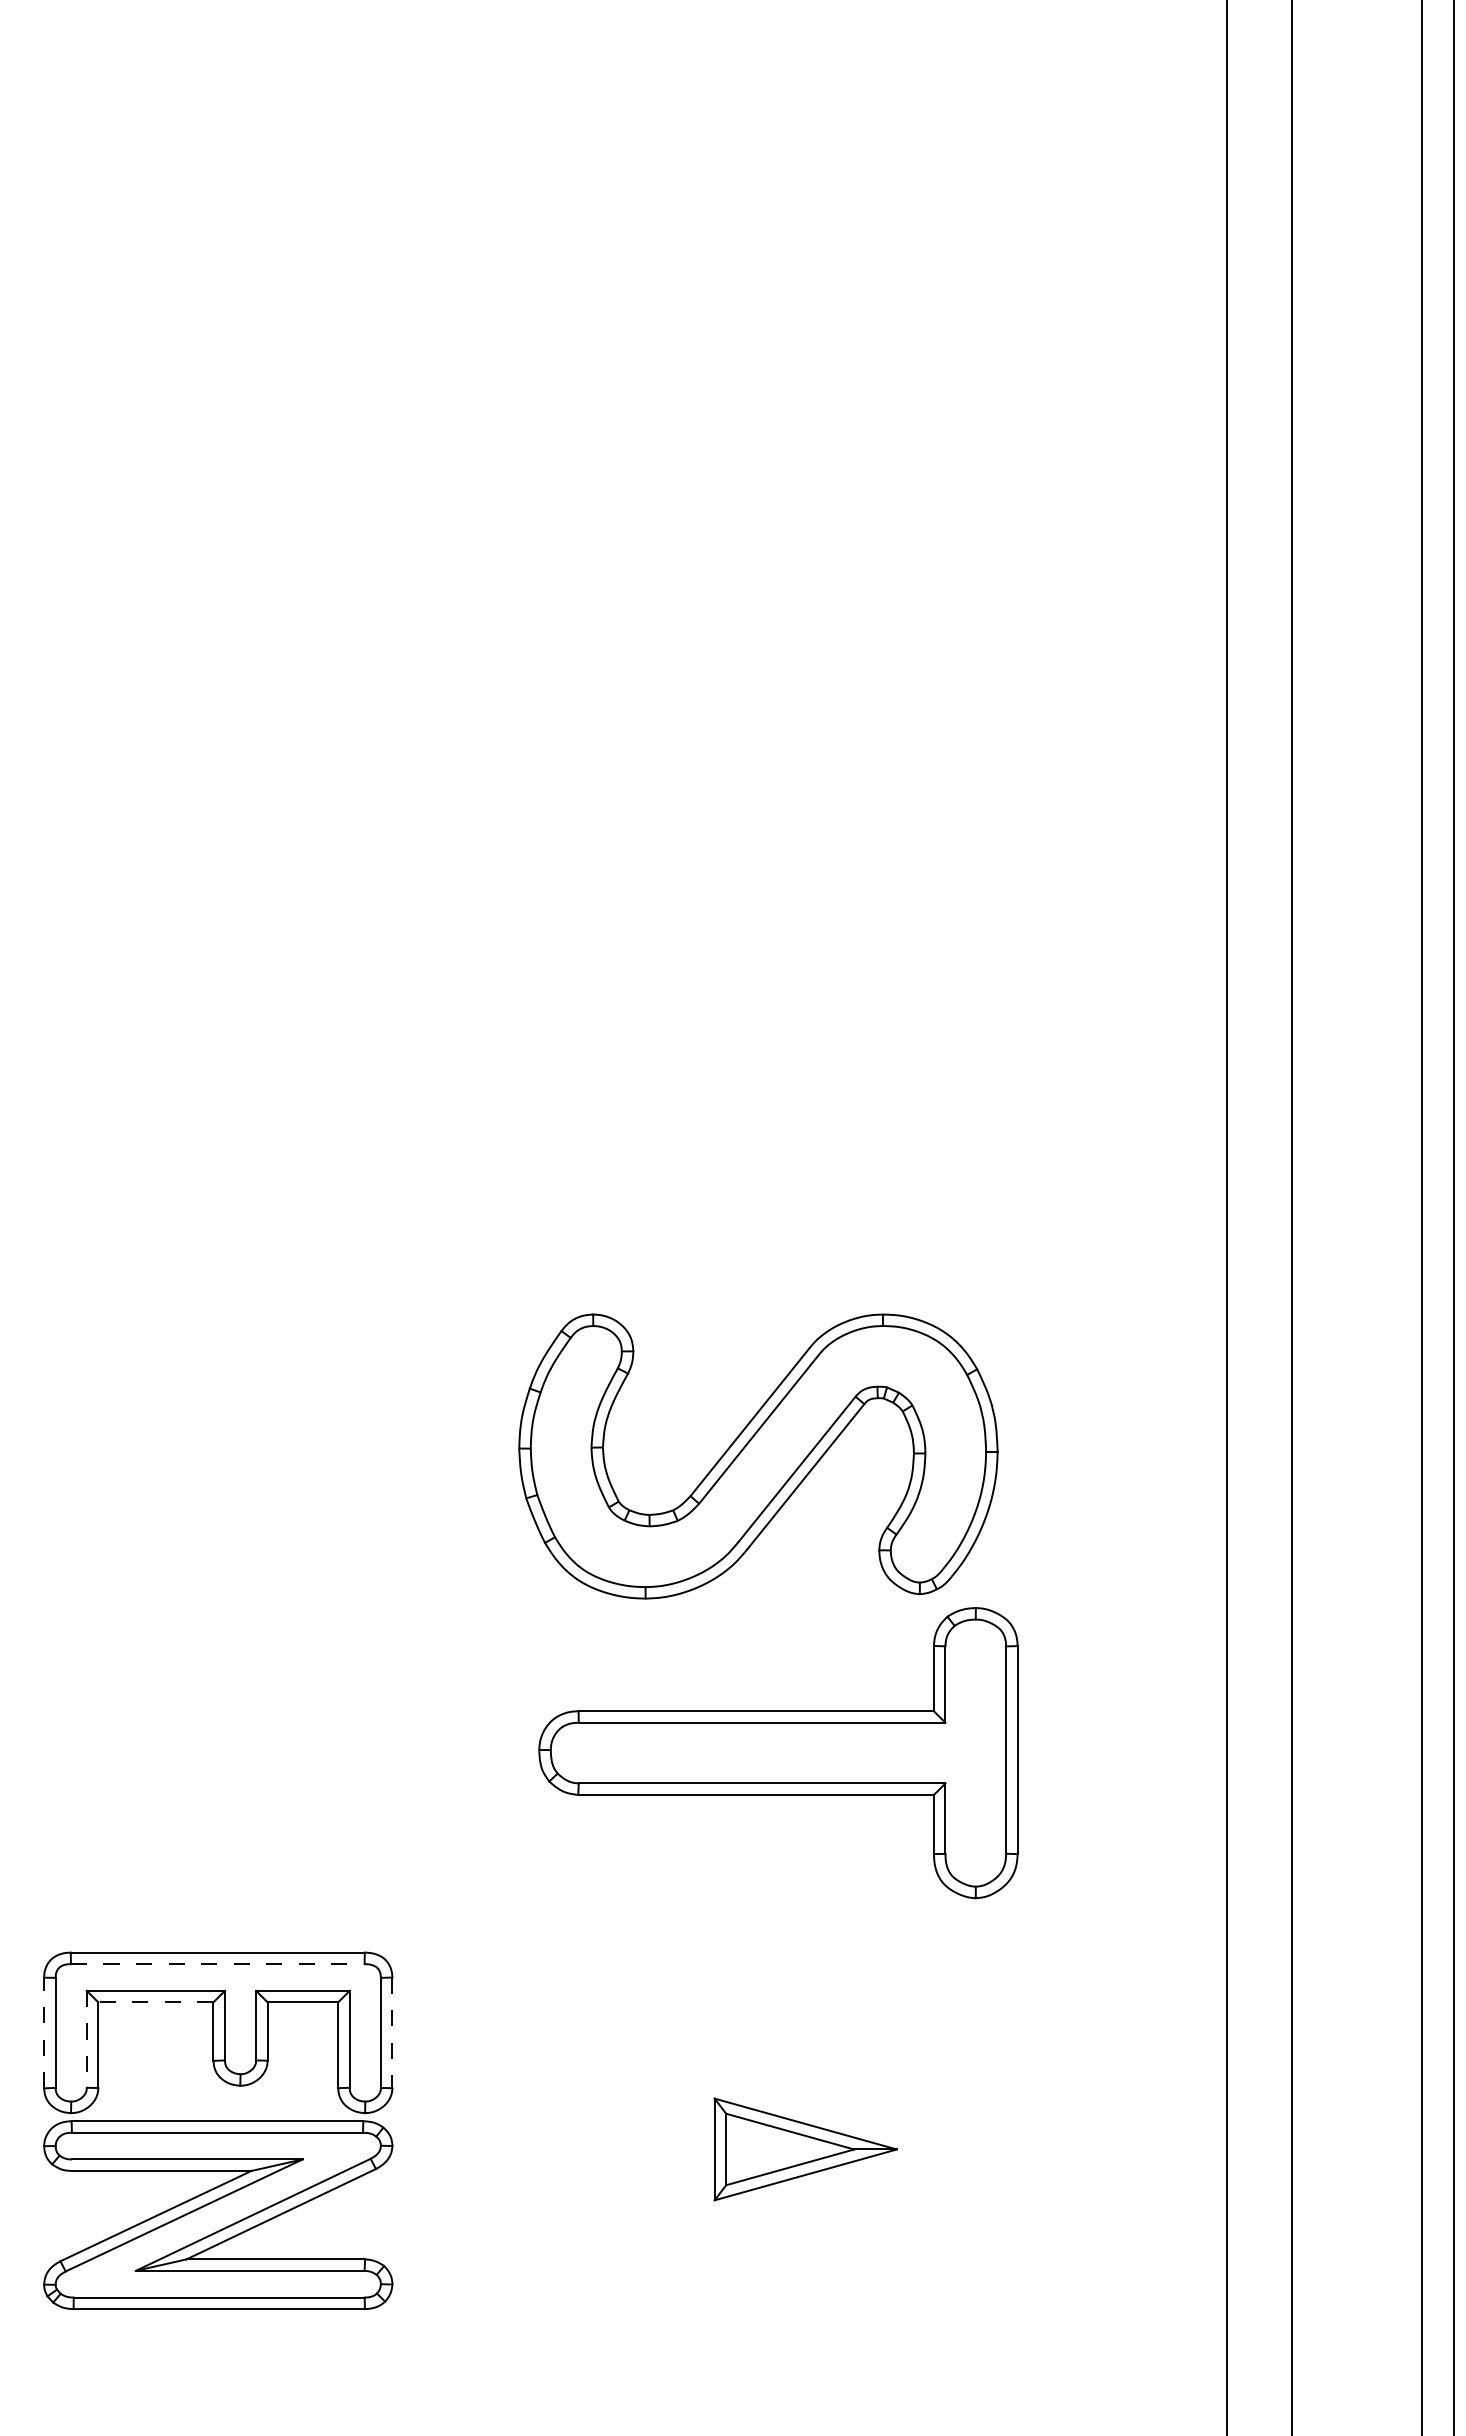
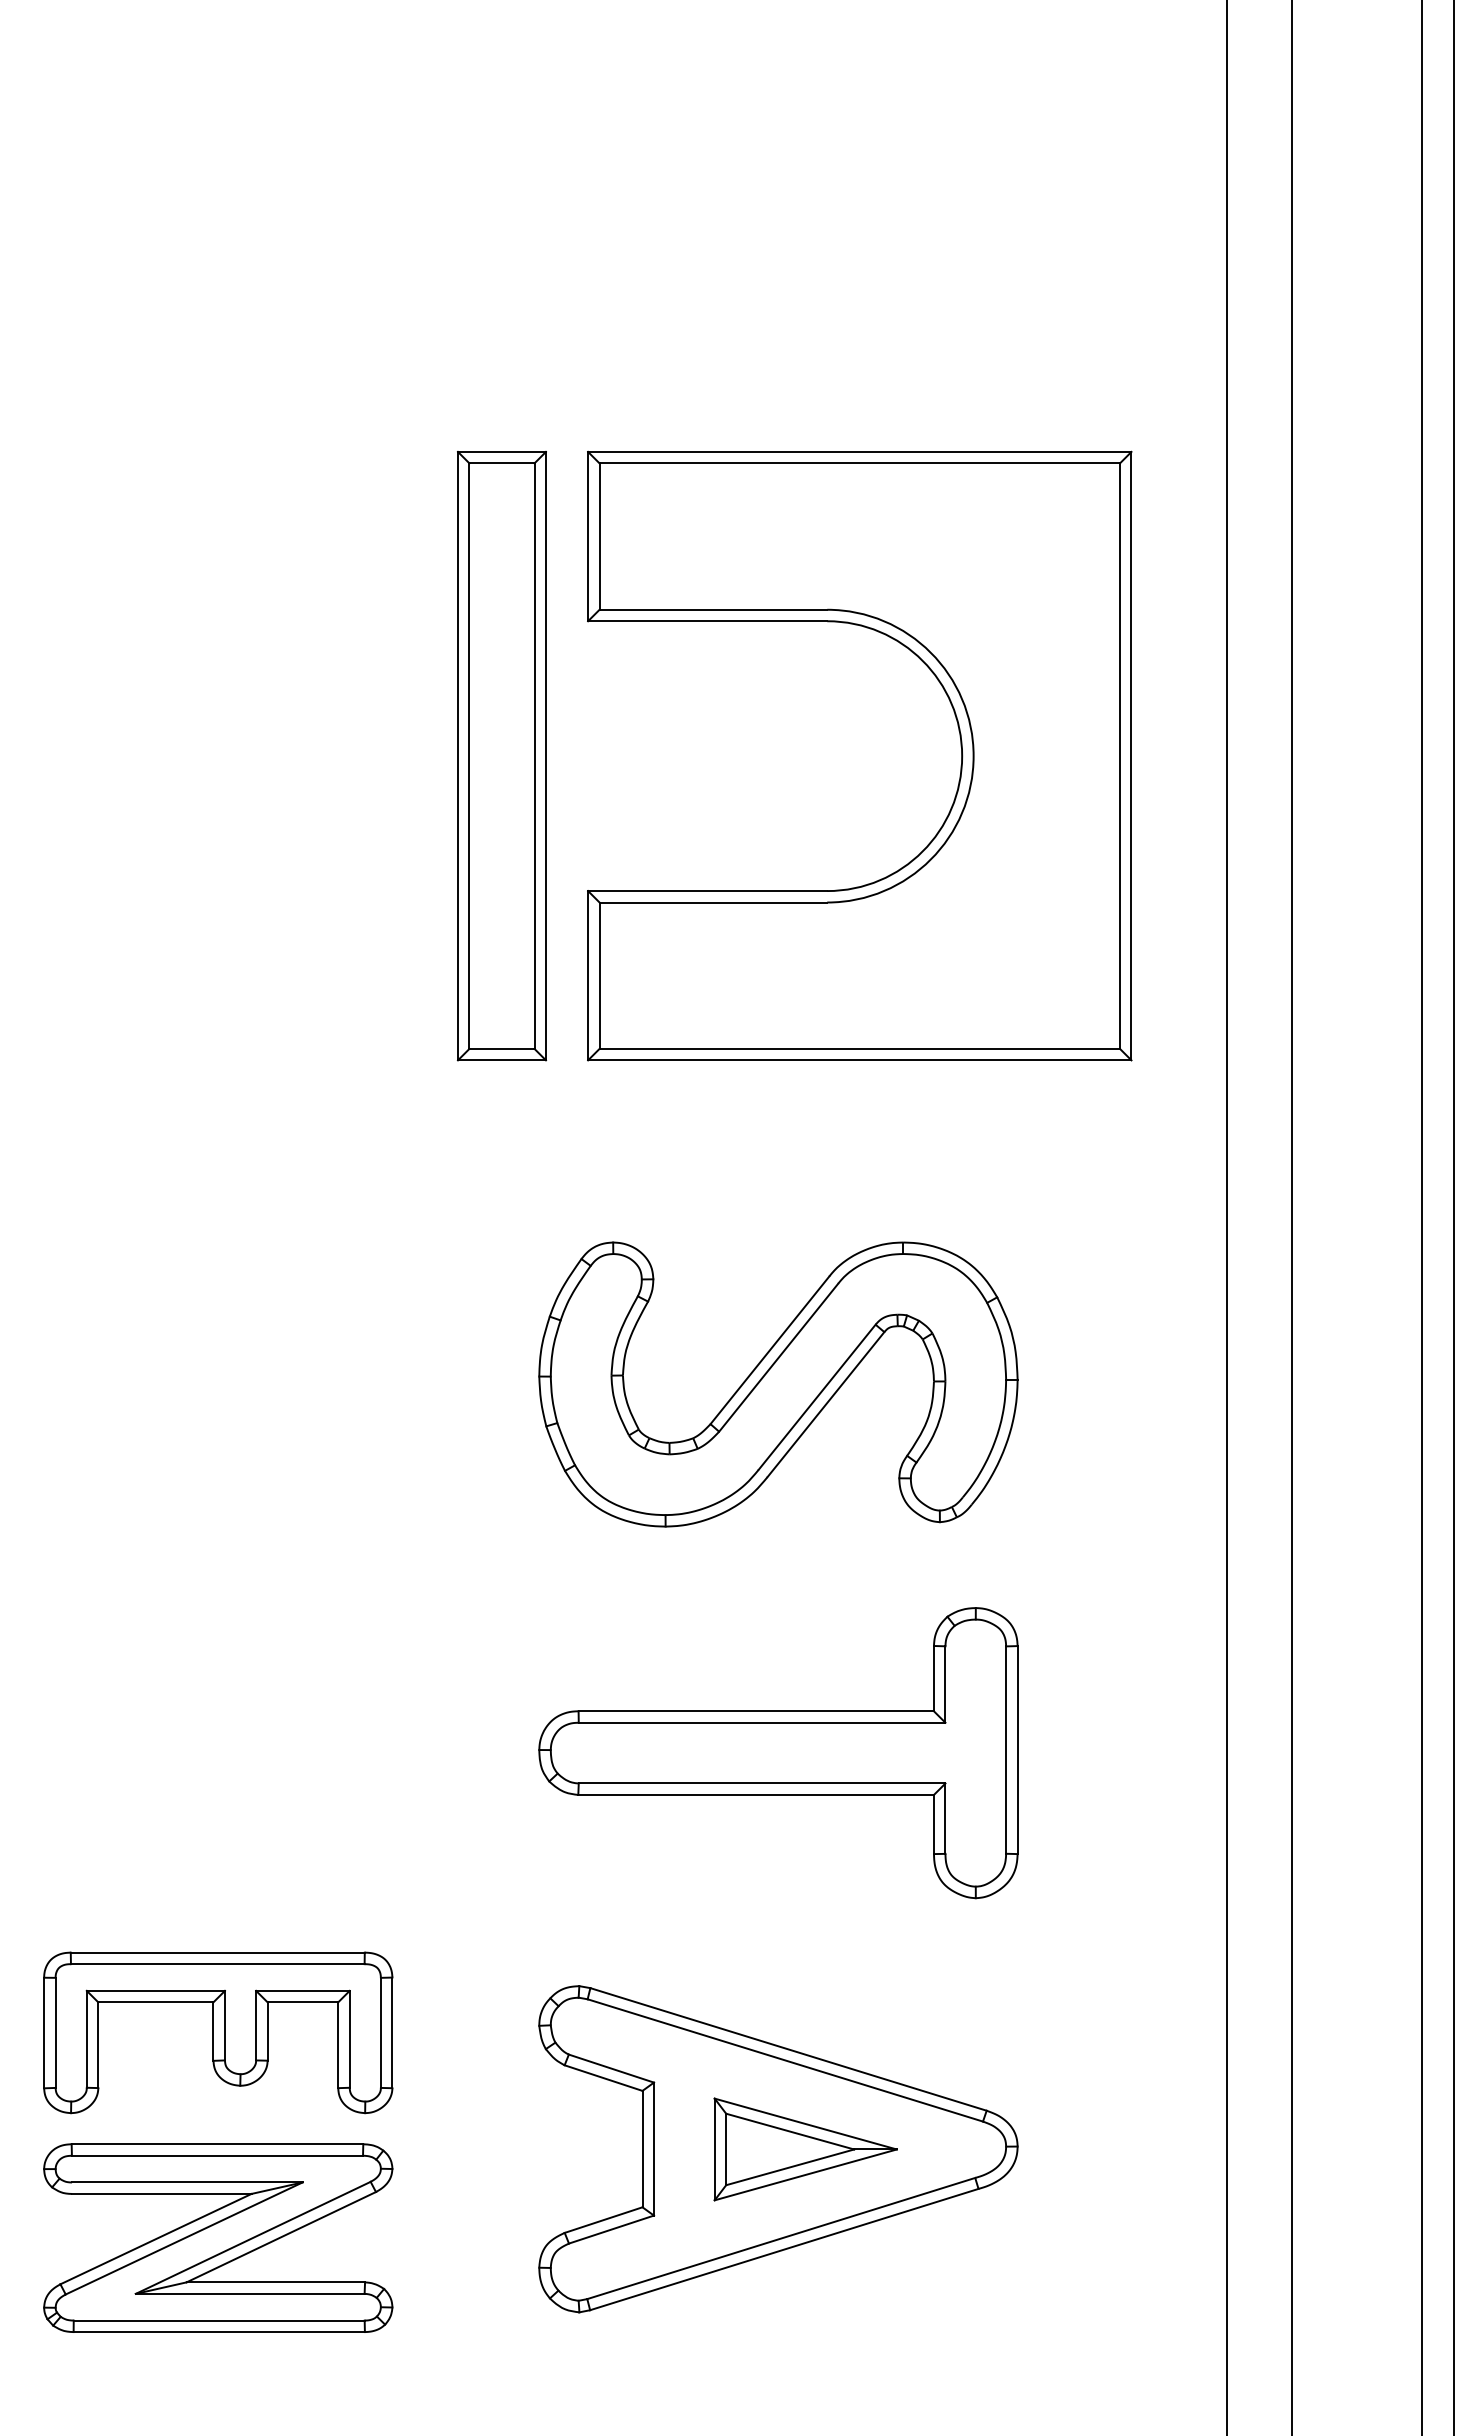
part at (960, 746): none -> present
part at (501, 756): none -> present
part at (758, 1456) position: (758, 1456) -> (778, 1384)
line at (217, 1964): dashed -> solid
line at (155, 2002): dashed -> solid
line at (44, 2032): dashed -> solid
line at (392, 2033): dashed -> solid
line at (86, 2039): dashed -> solid
part at (778, 2149): none -> present
part at (218, 2214) position: (218, 2214) -> (218, 2237)
